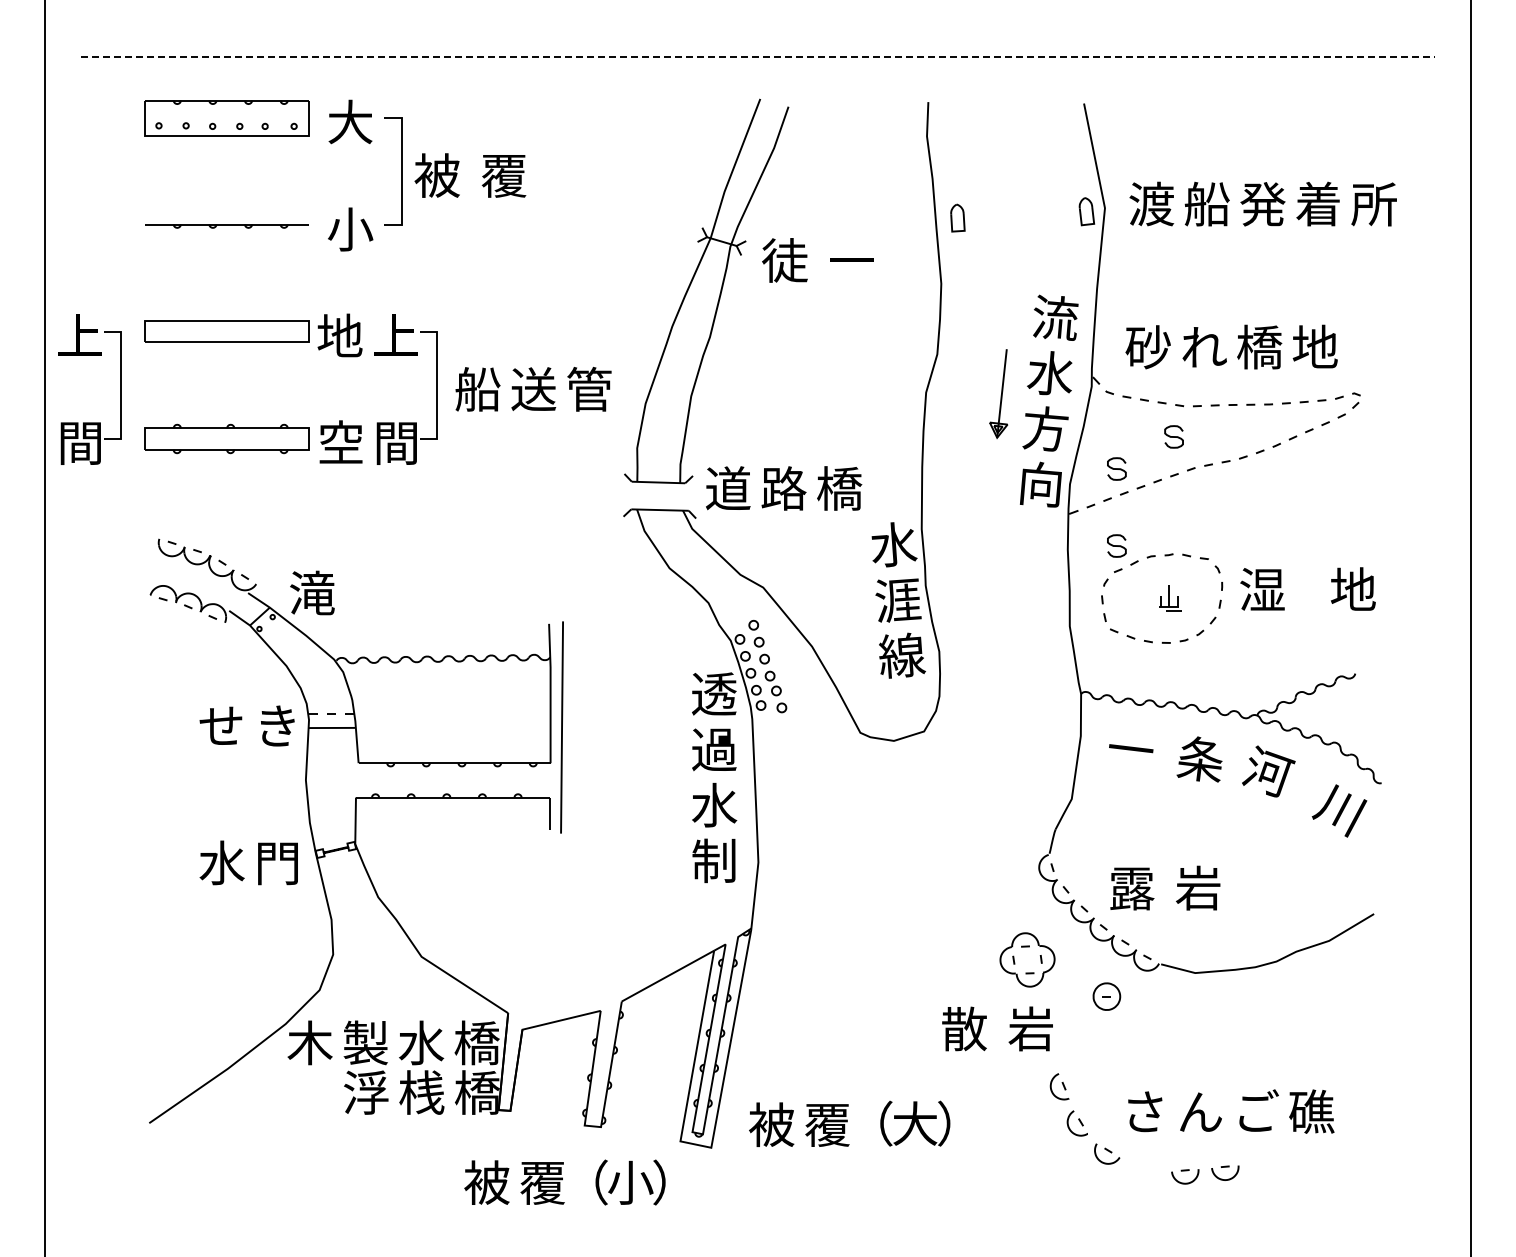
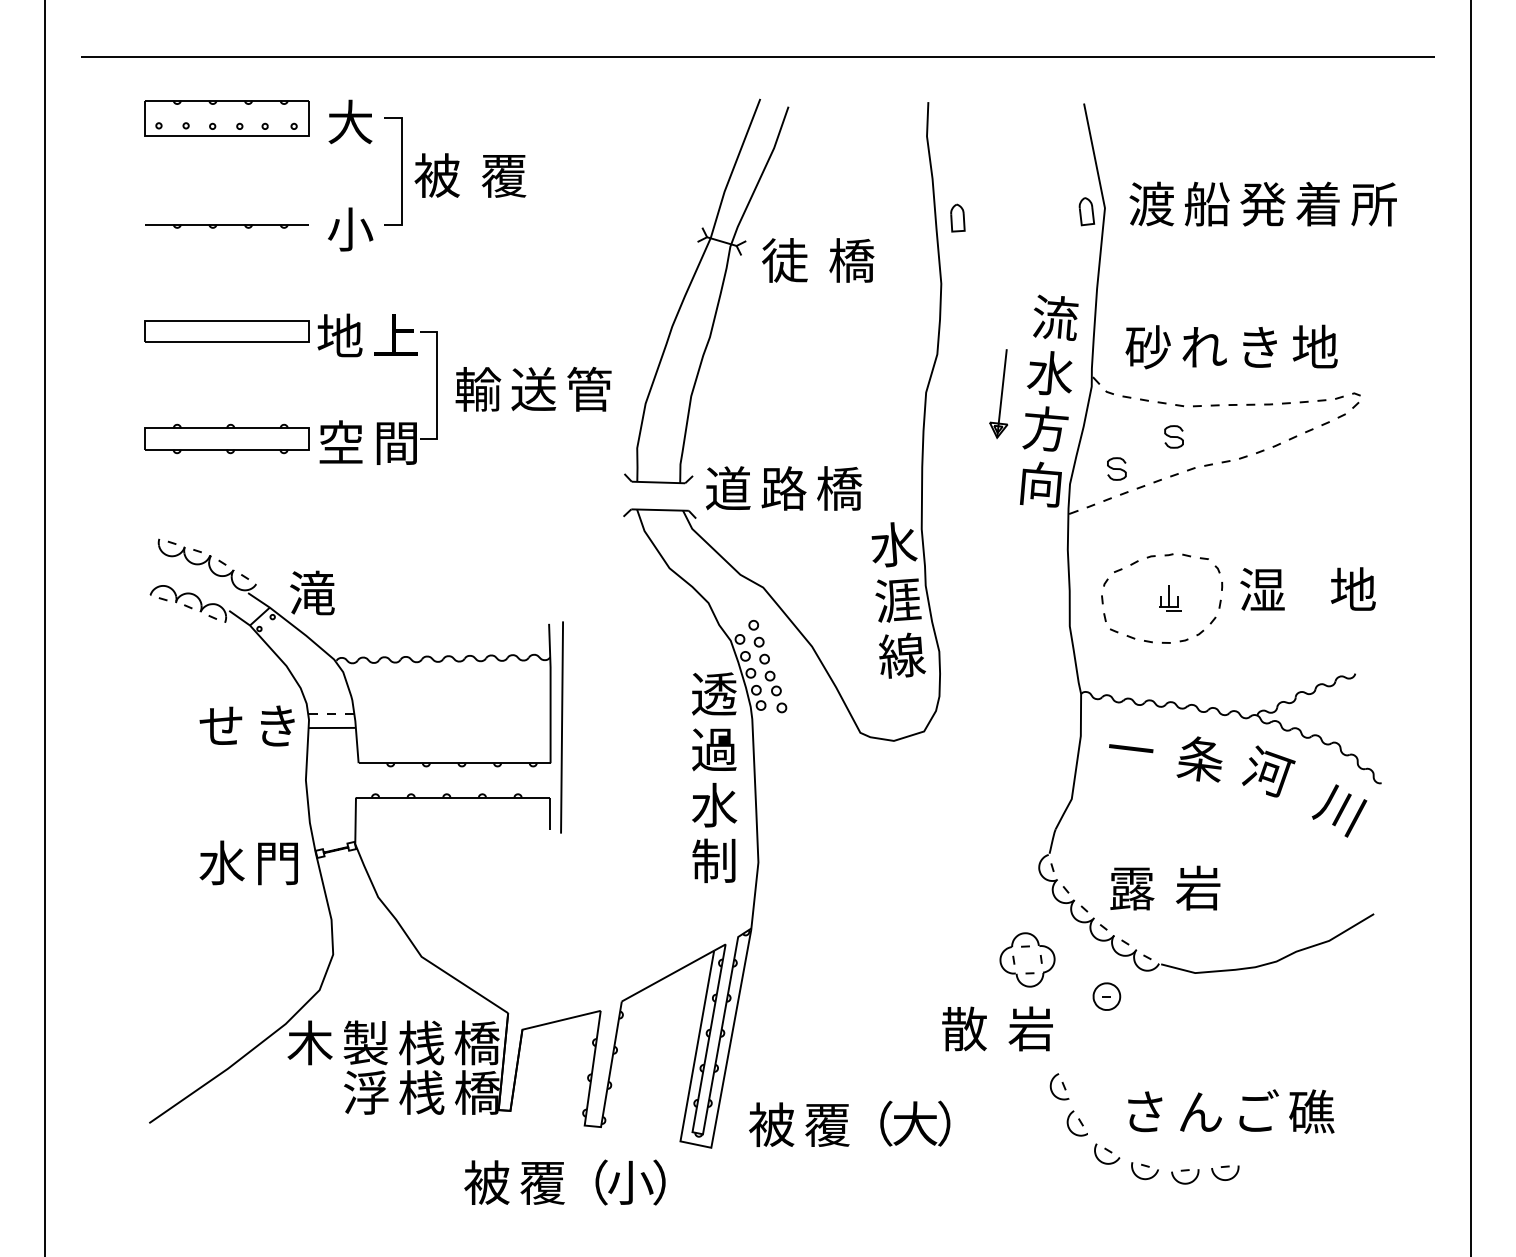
line at (758, 57): dashed -> solid
text at (851, 260): 一 -> 橋
text at (1259, 346): 橋 -> き
part at (120, 389): present -> none
text at (478, 389): 船 -> 輸
curve at (1116, 545): present -> none
text at (421, 1042): 水 -> 桟
part at (1144, 1171): none -> present
